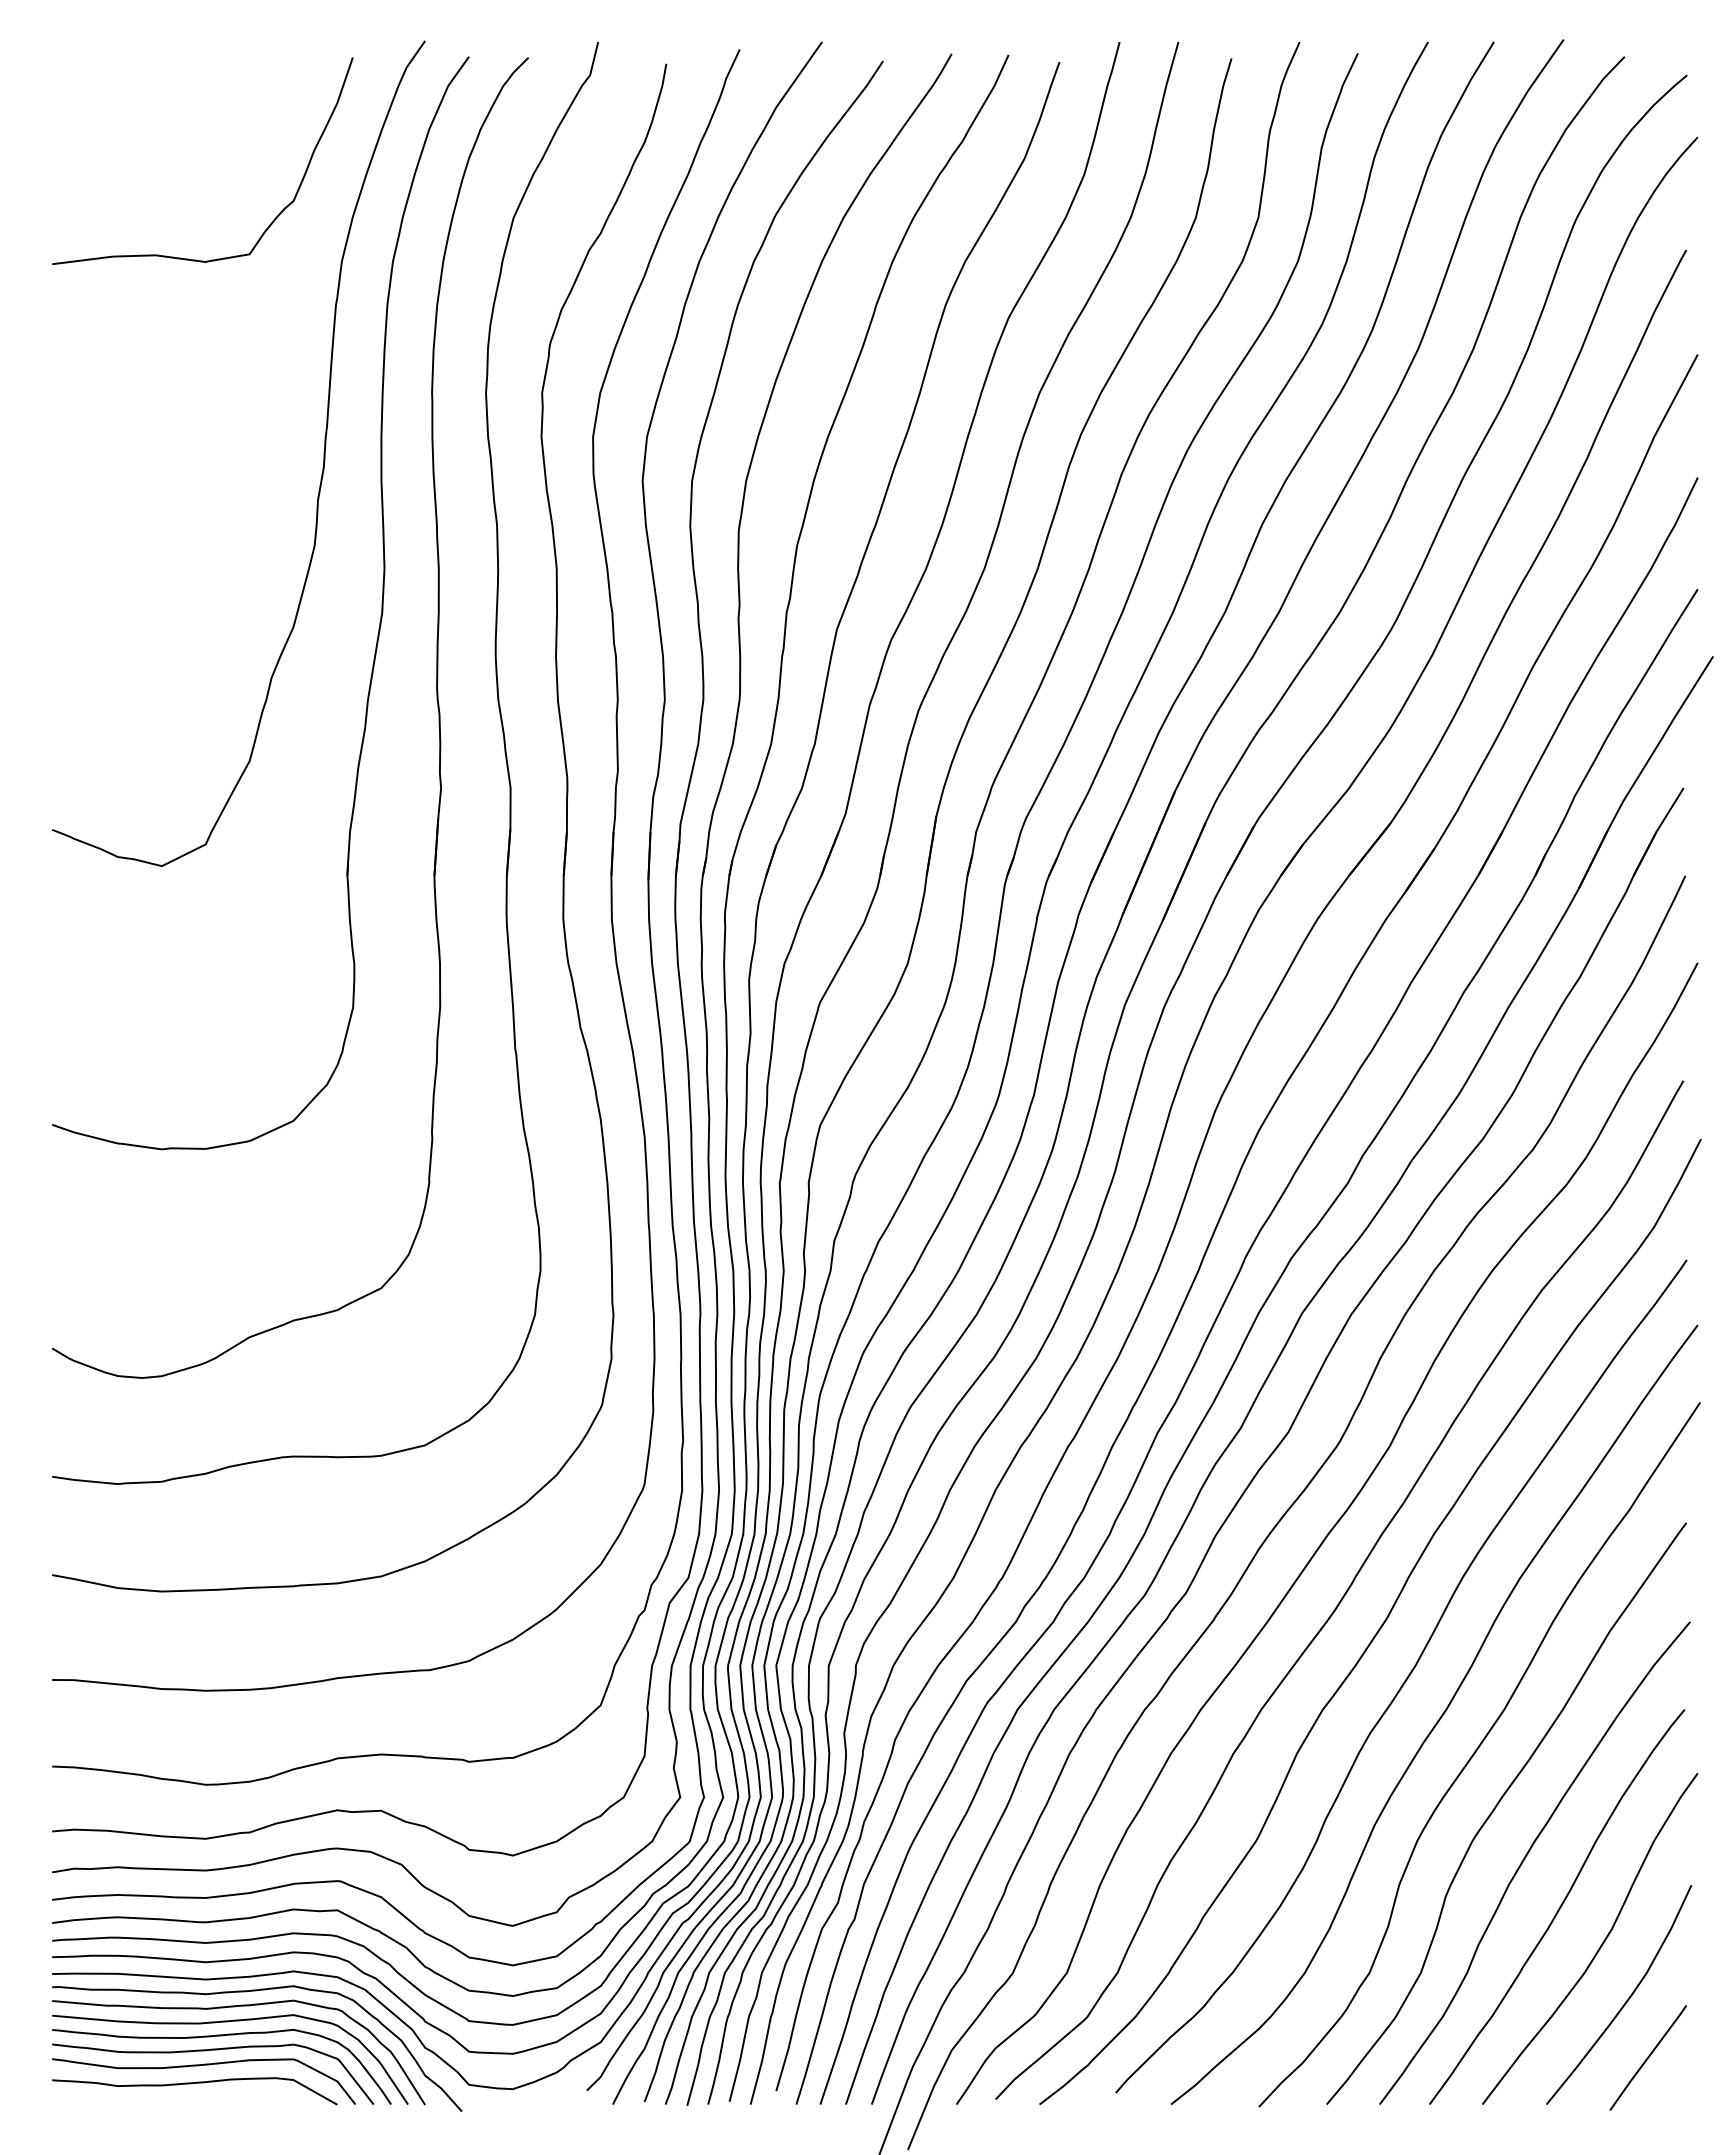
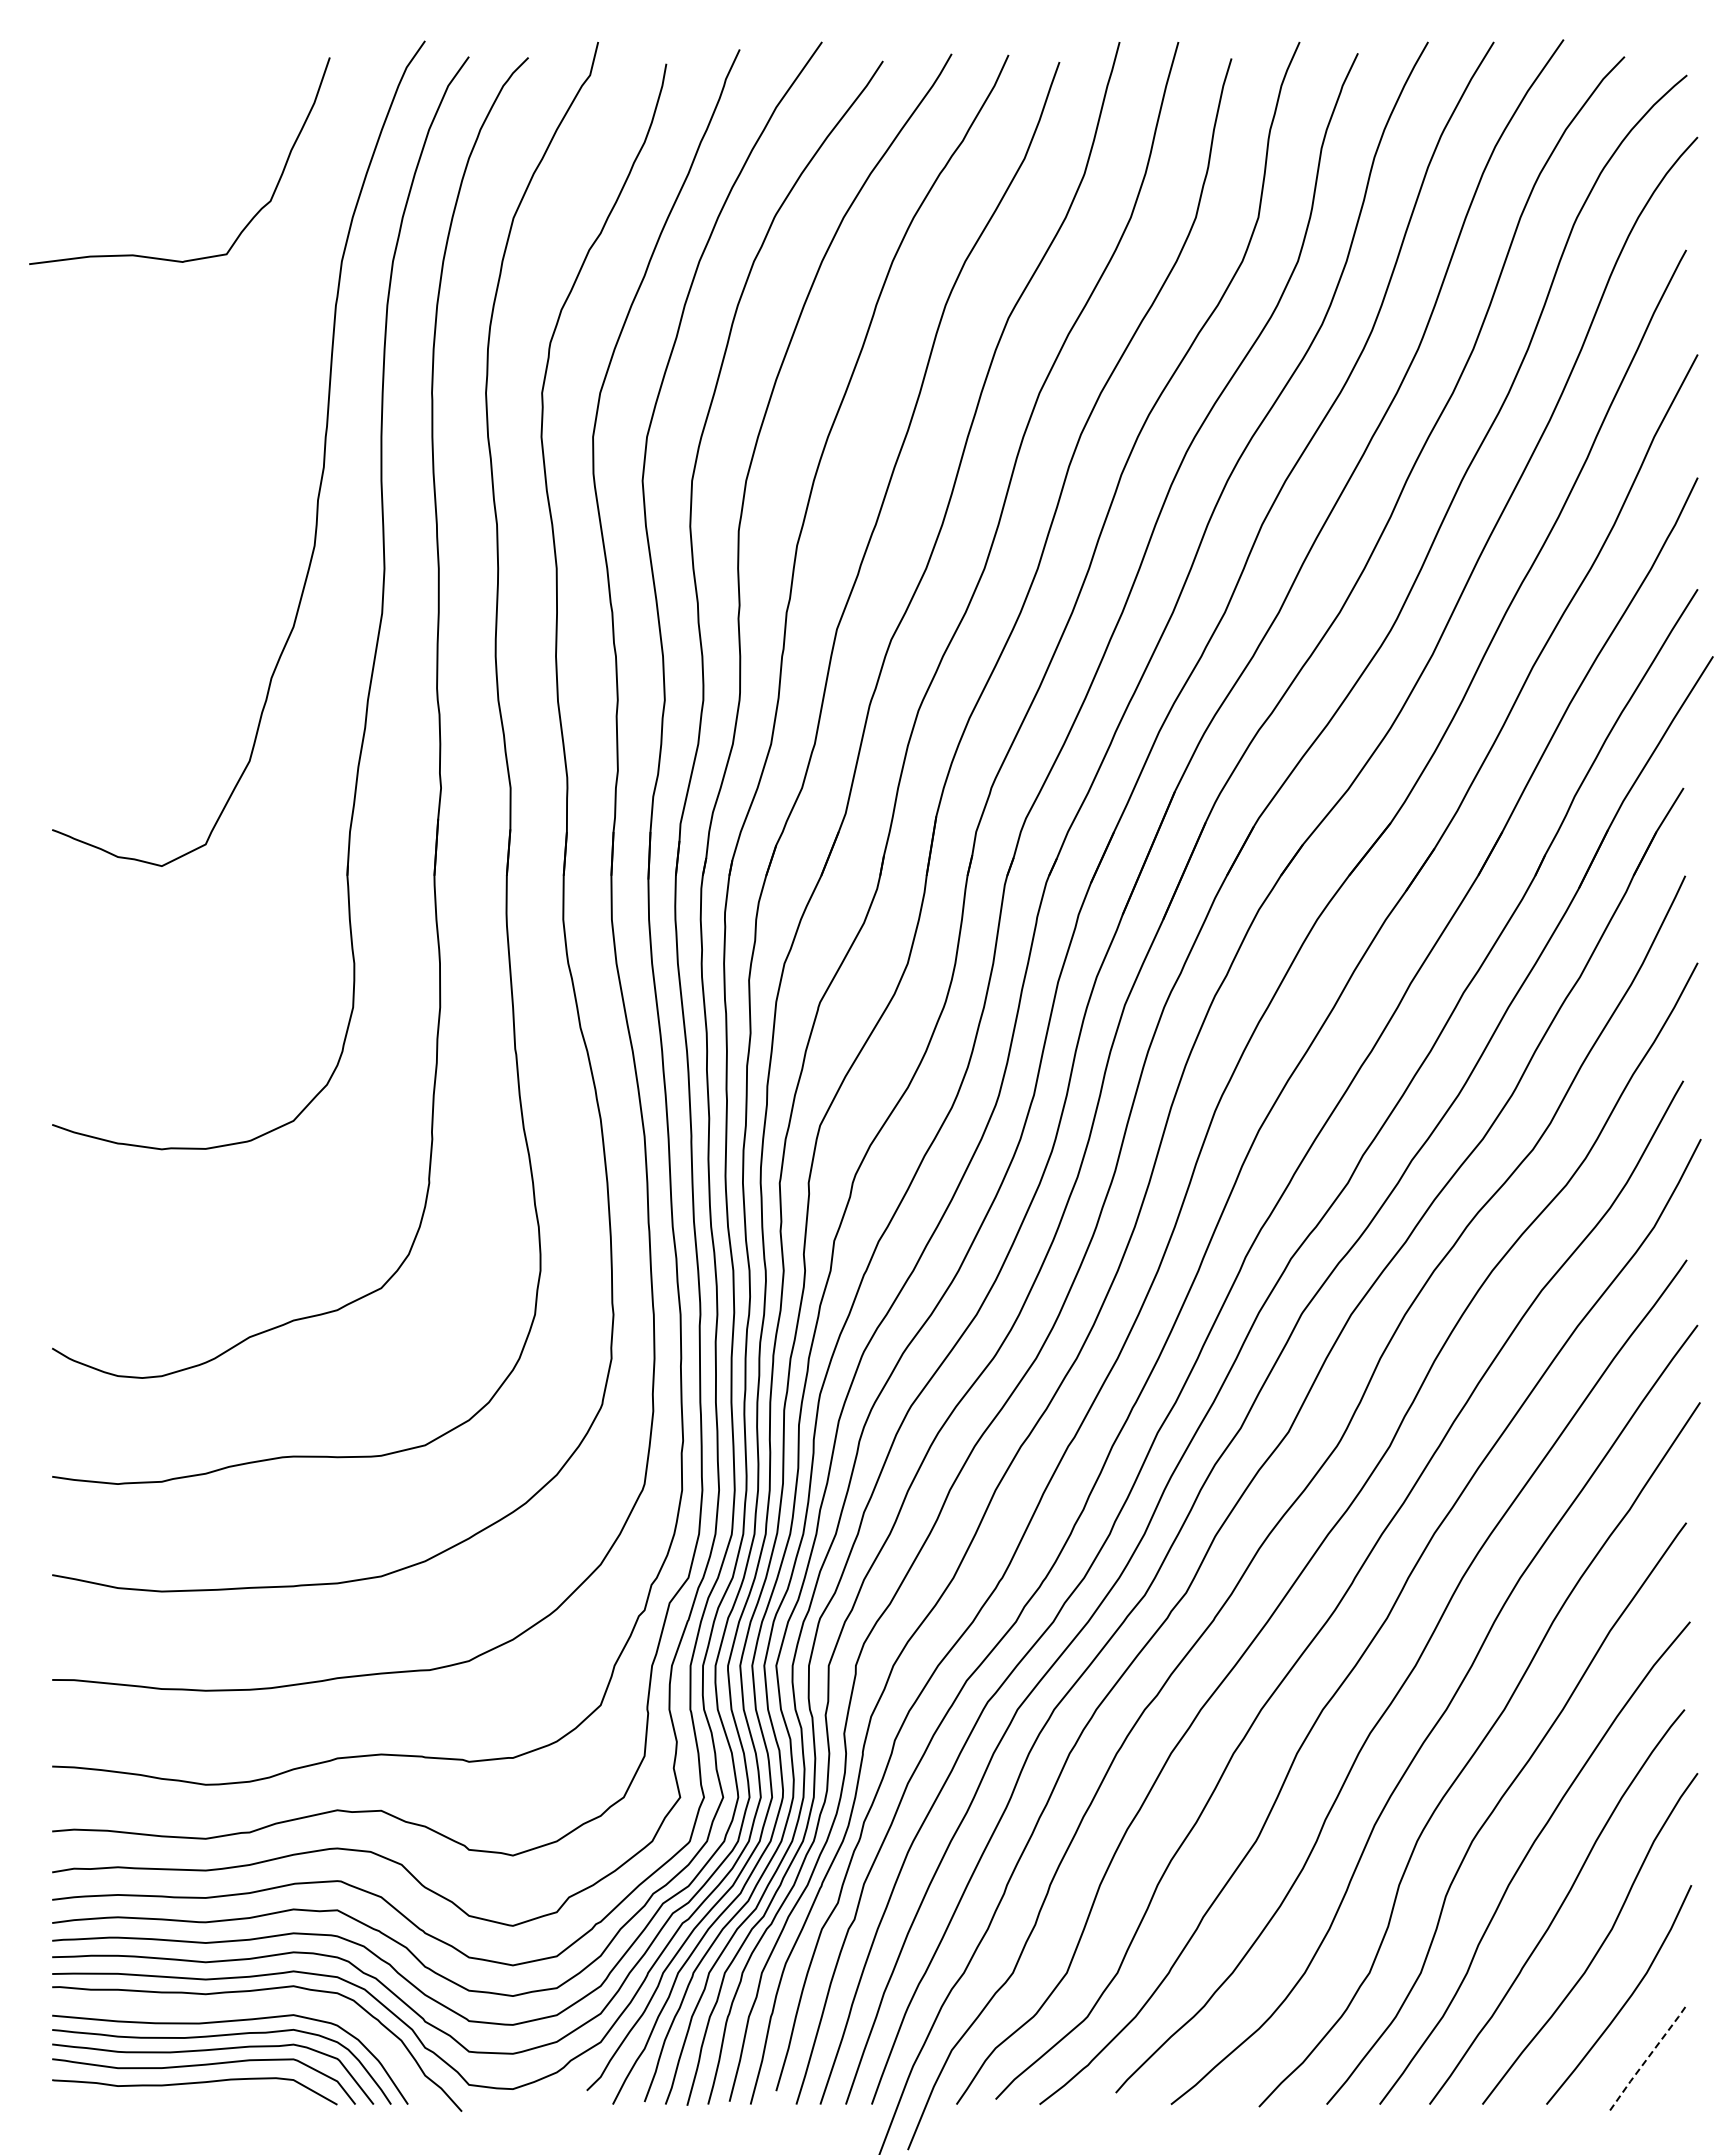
curve at (273, 219) position: (273, 219) -> (250, 219)
curve at (235, 2007): present -> none
line at (1648, 2057): solid -> dashed
